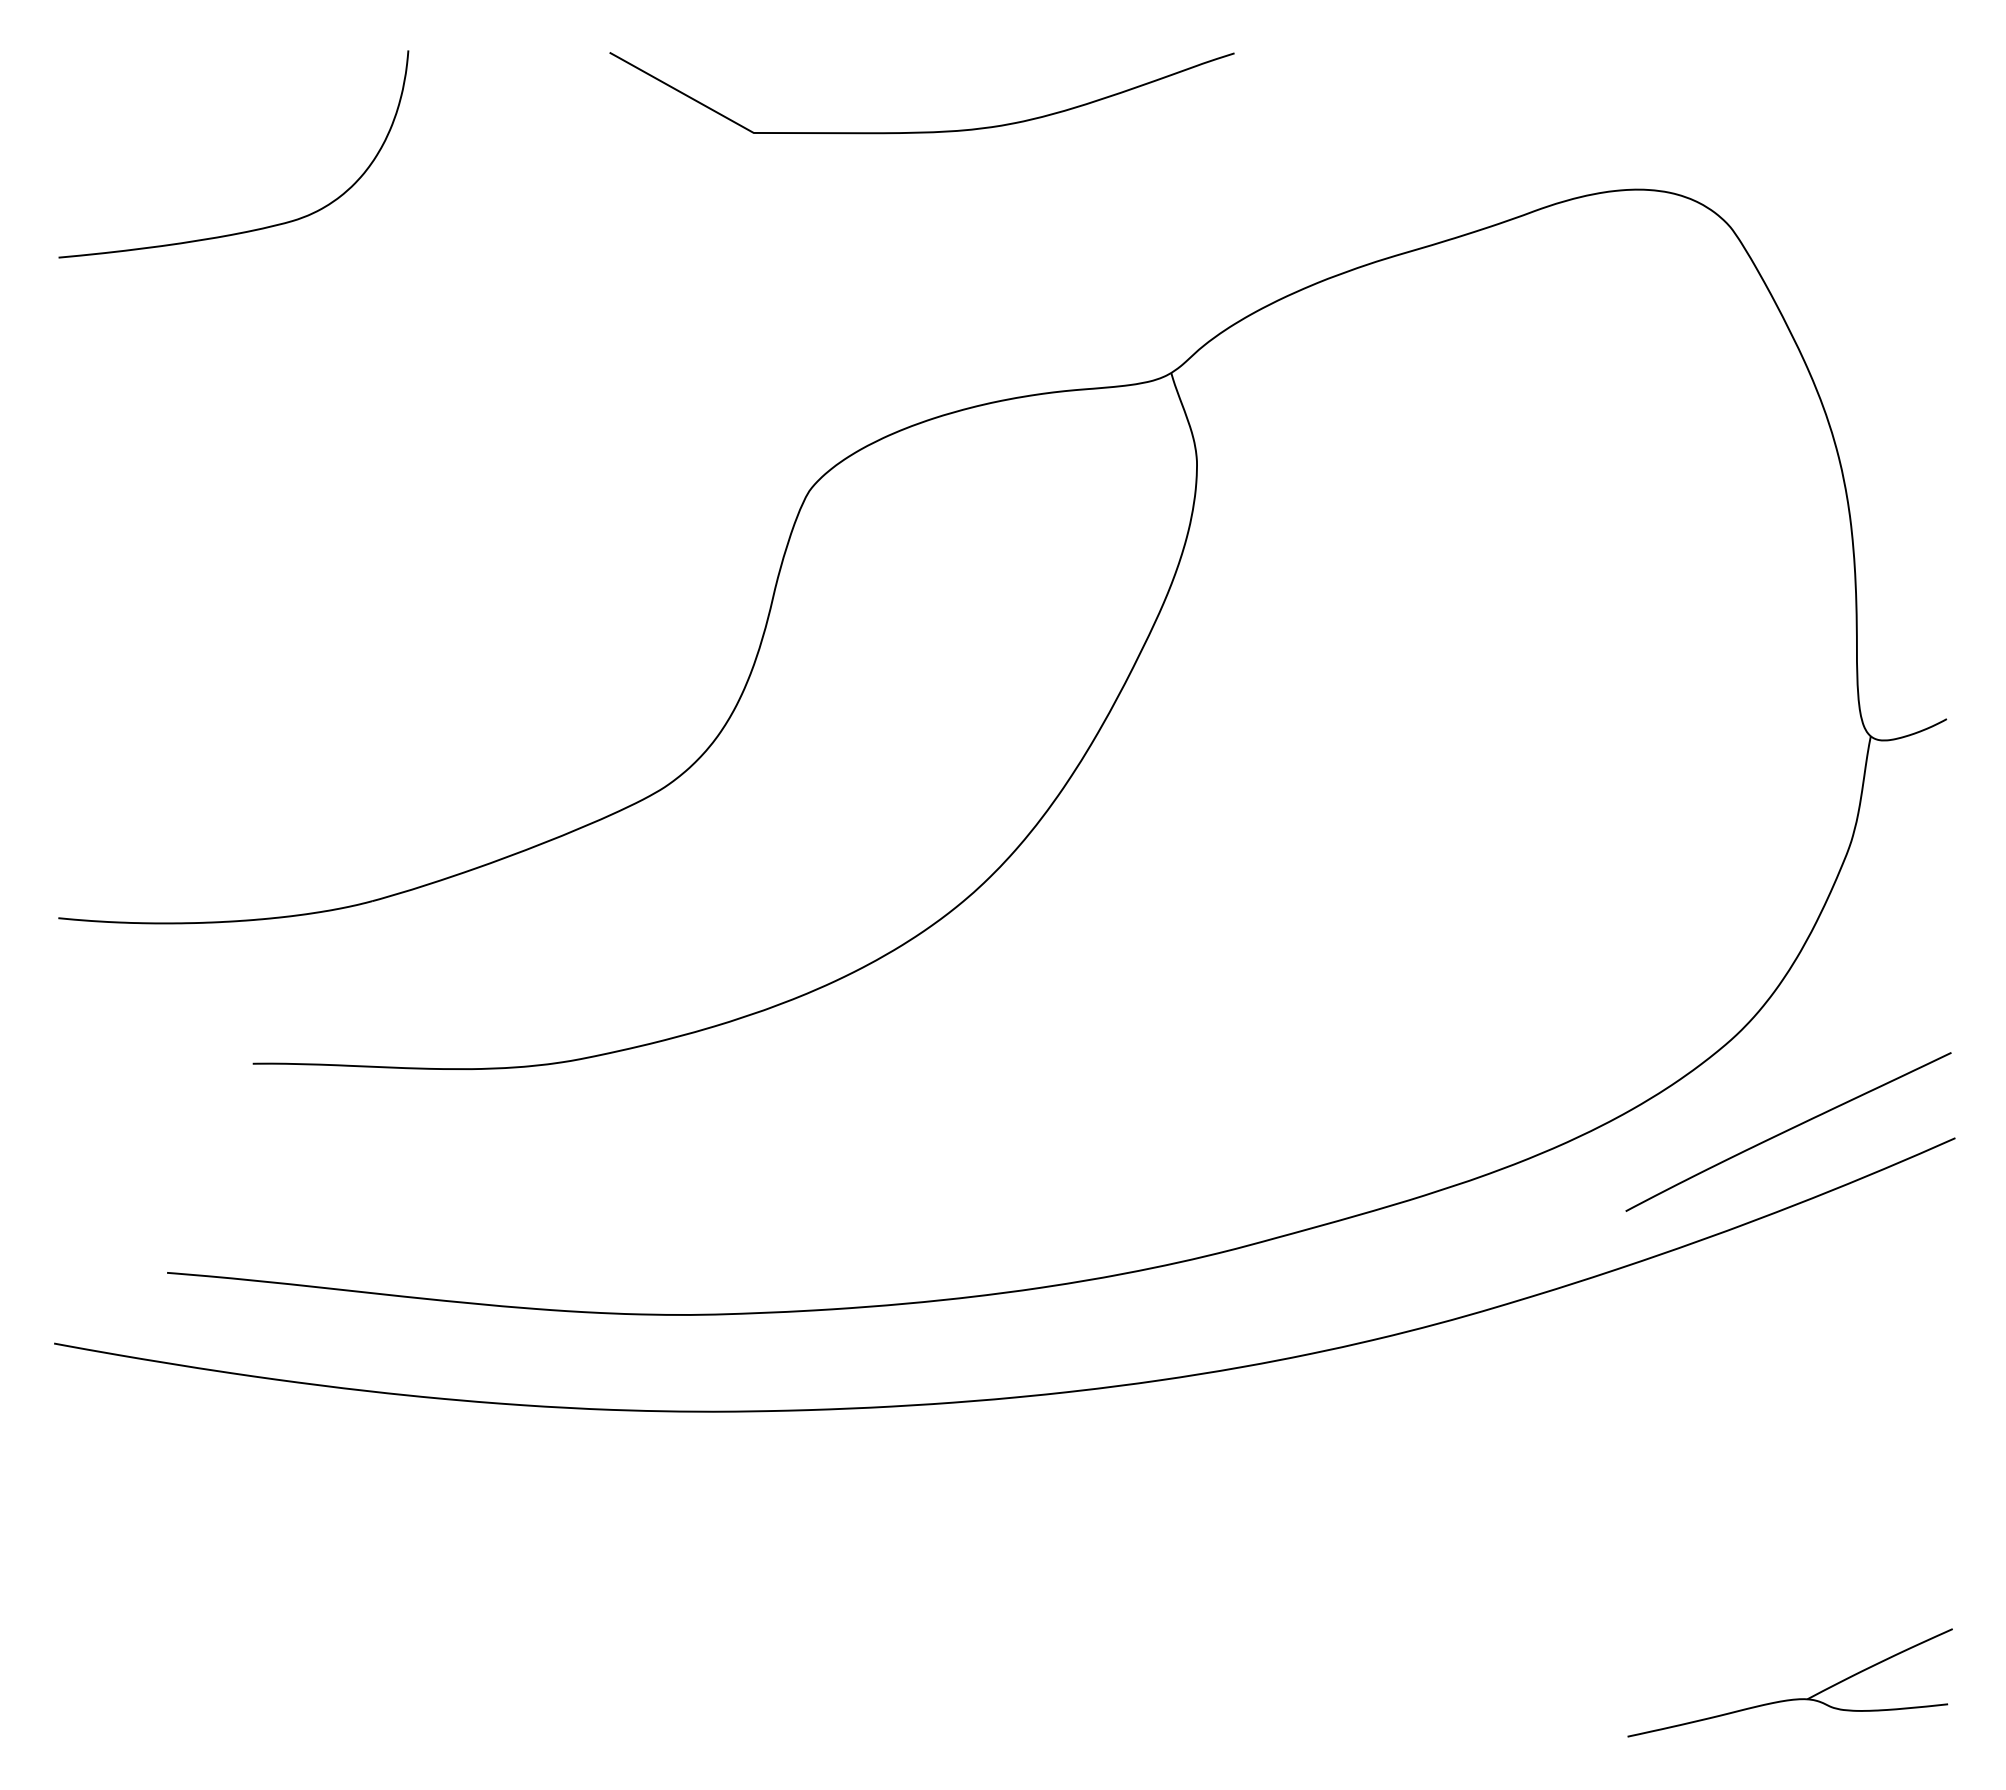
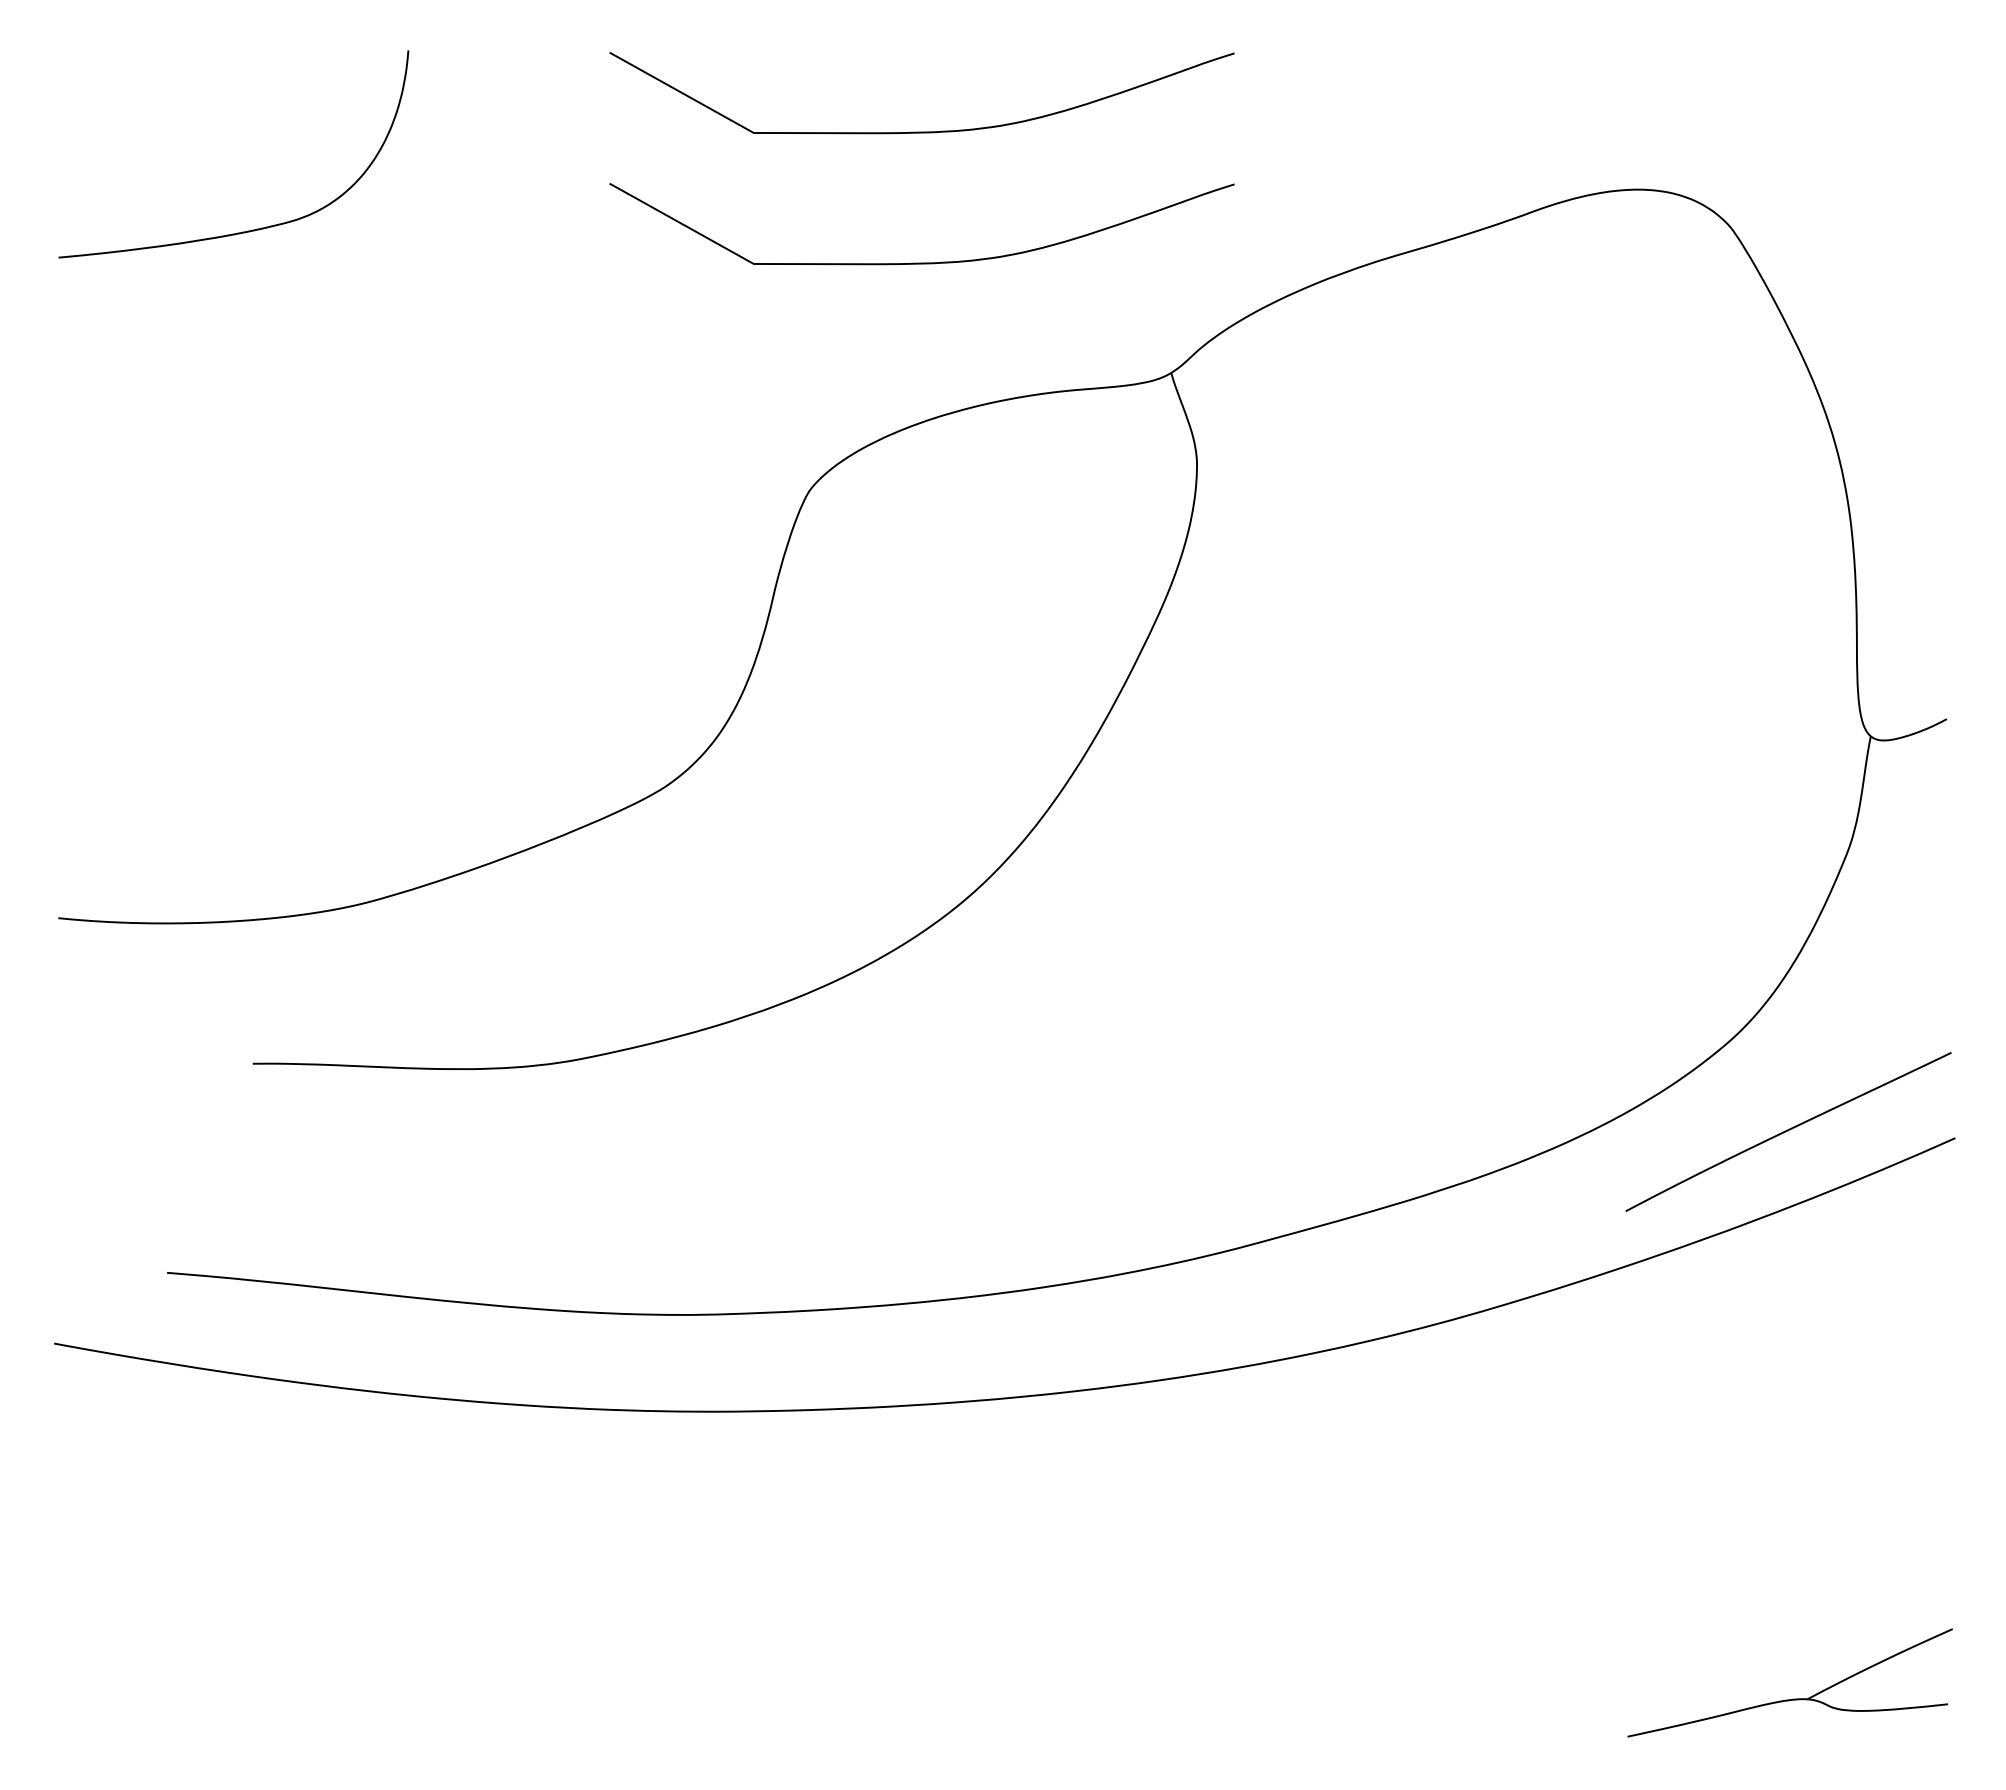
curve at (921, 262): none -> present
